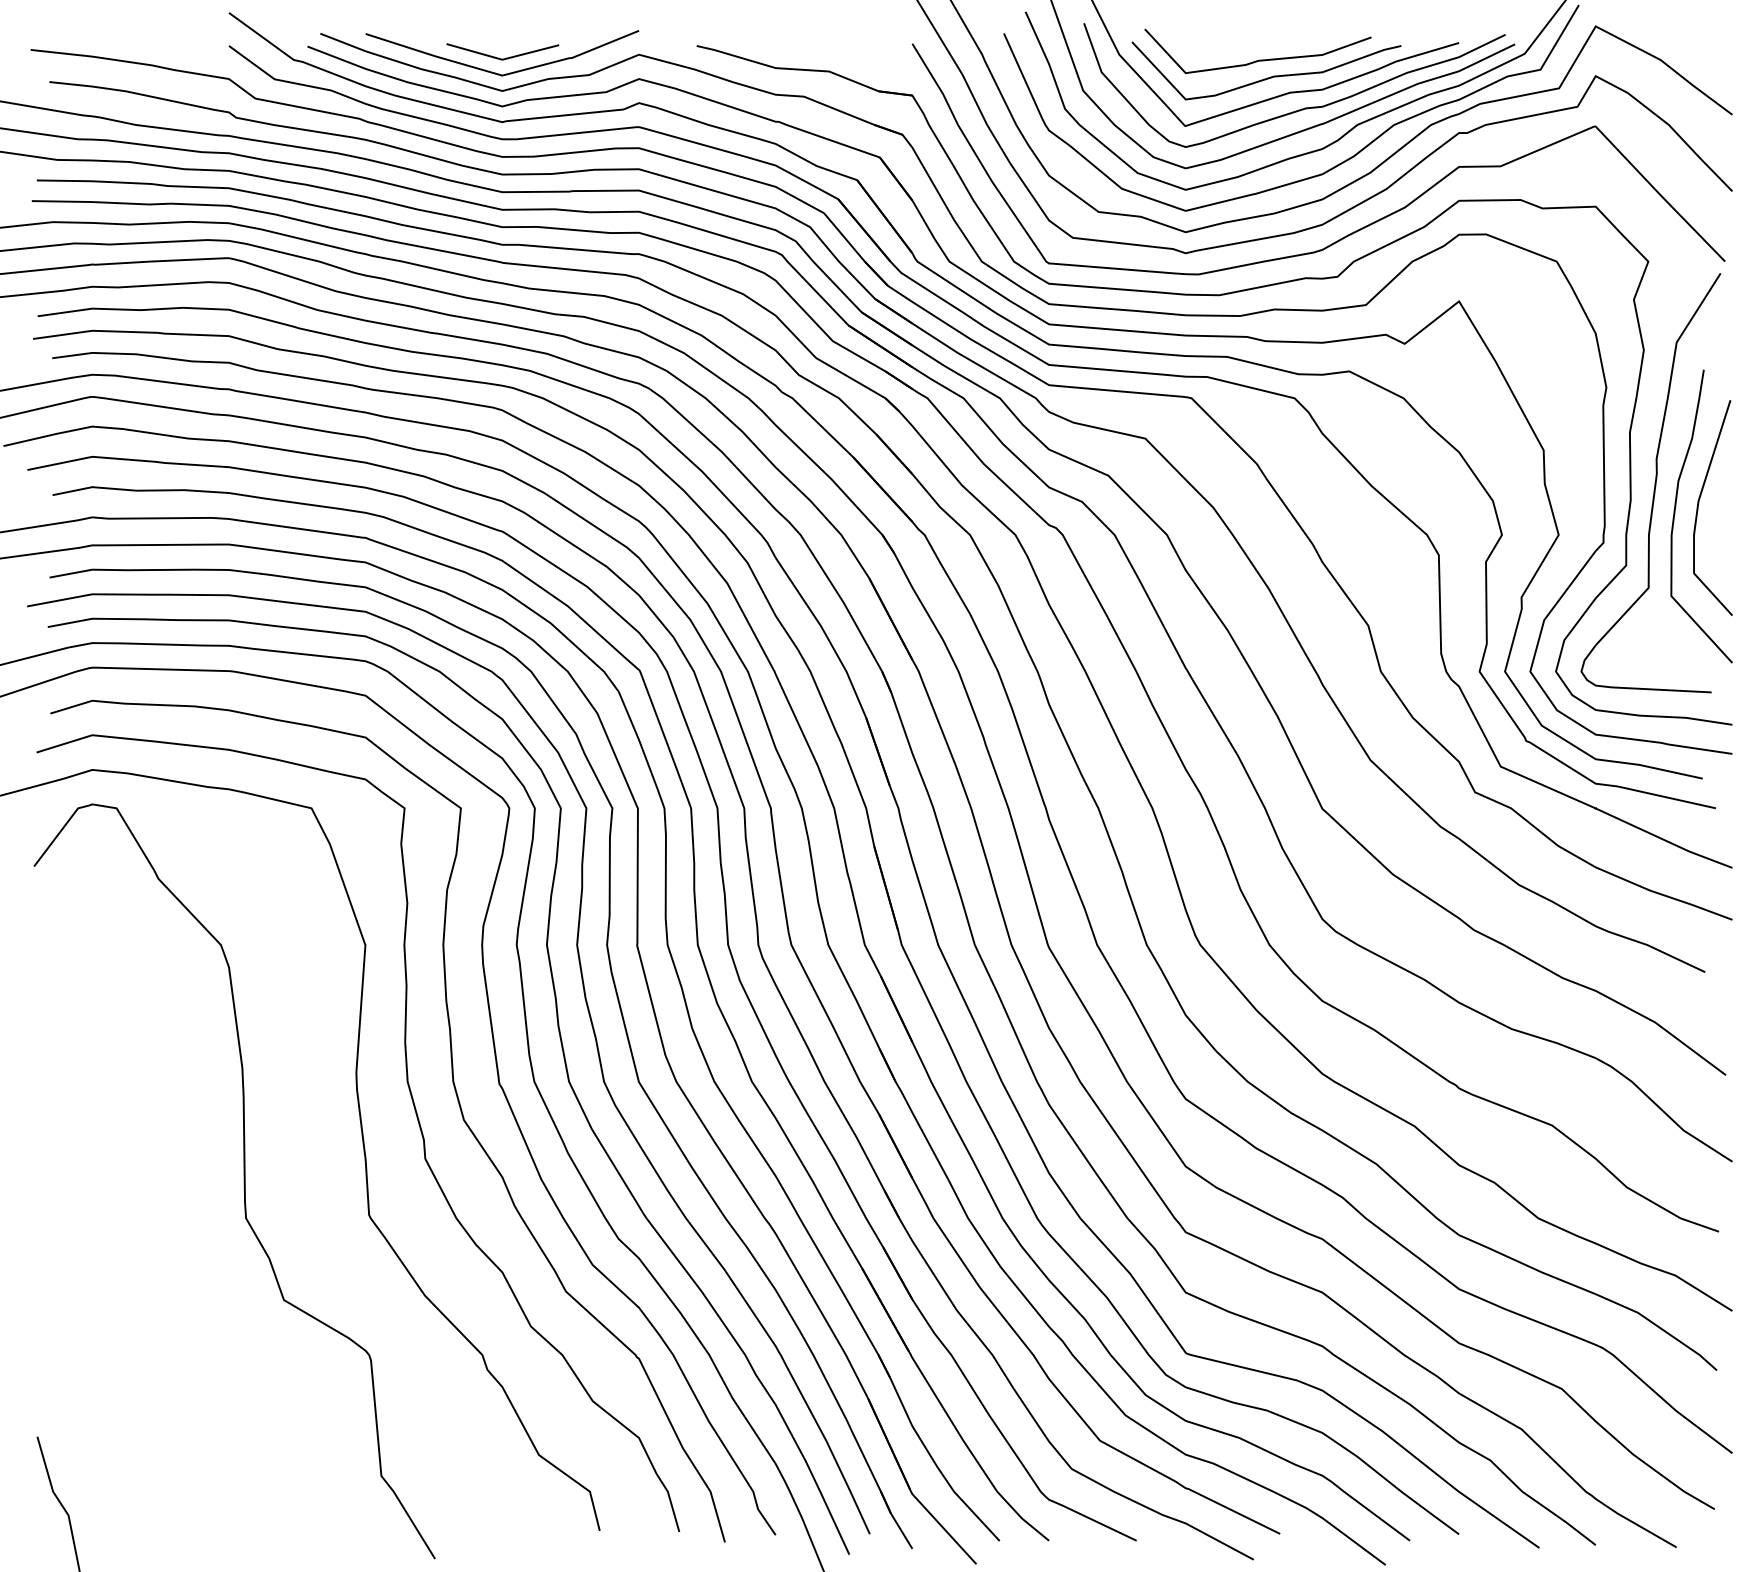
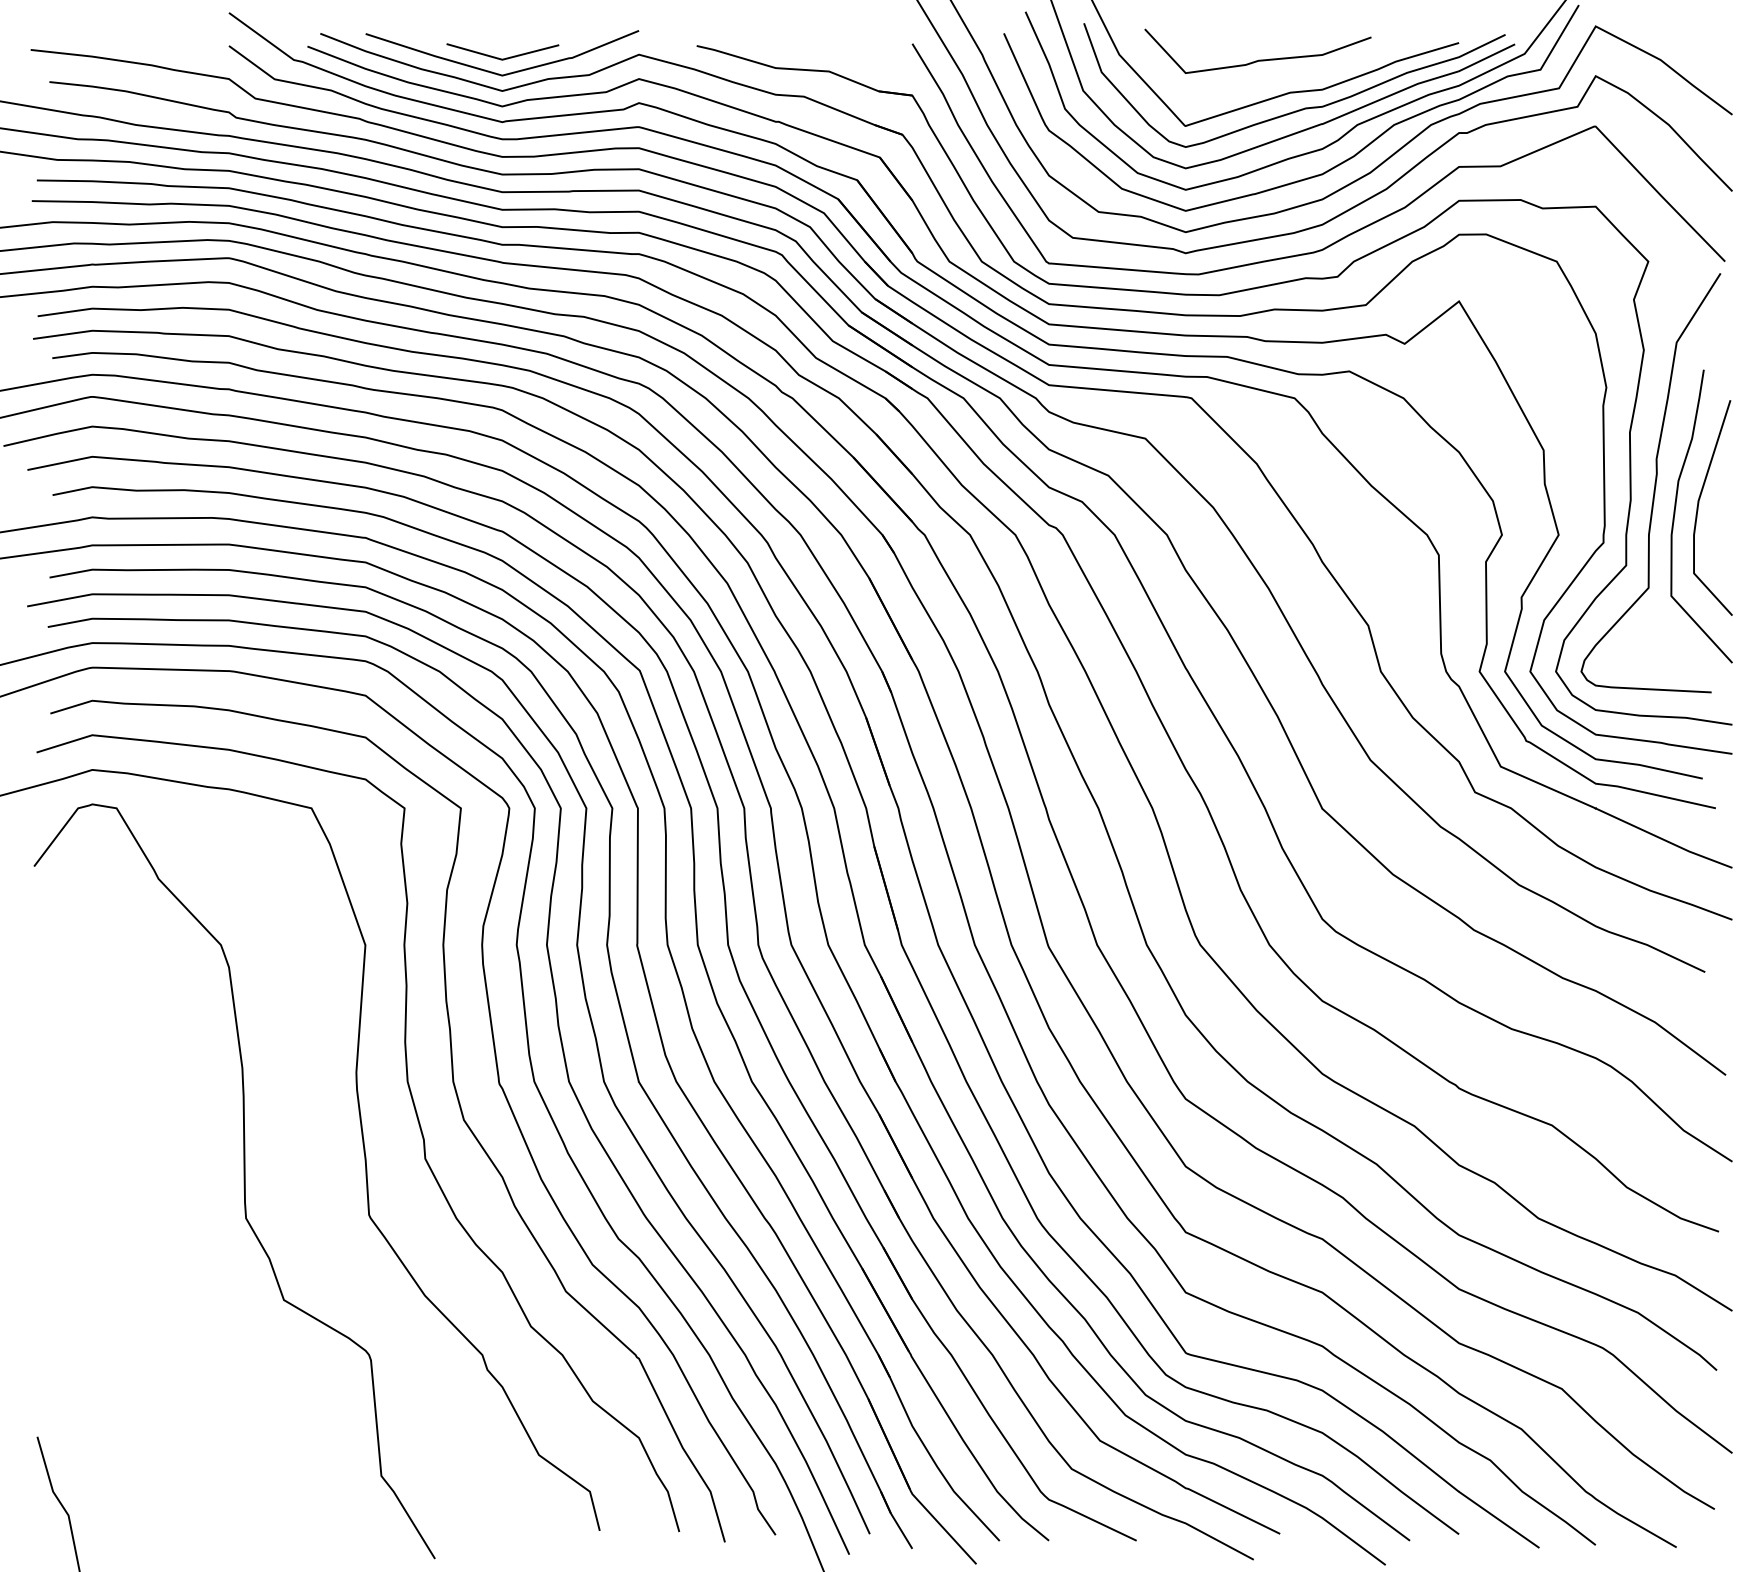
curve at (1267, 77): present -> none
